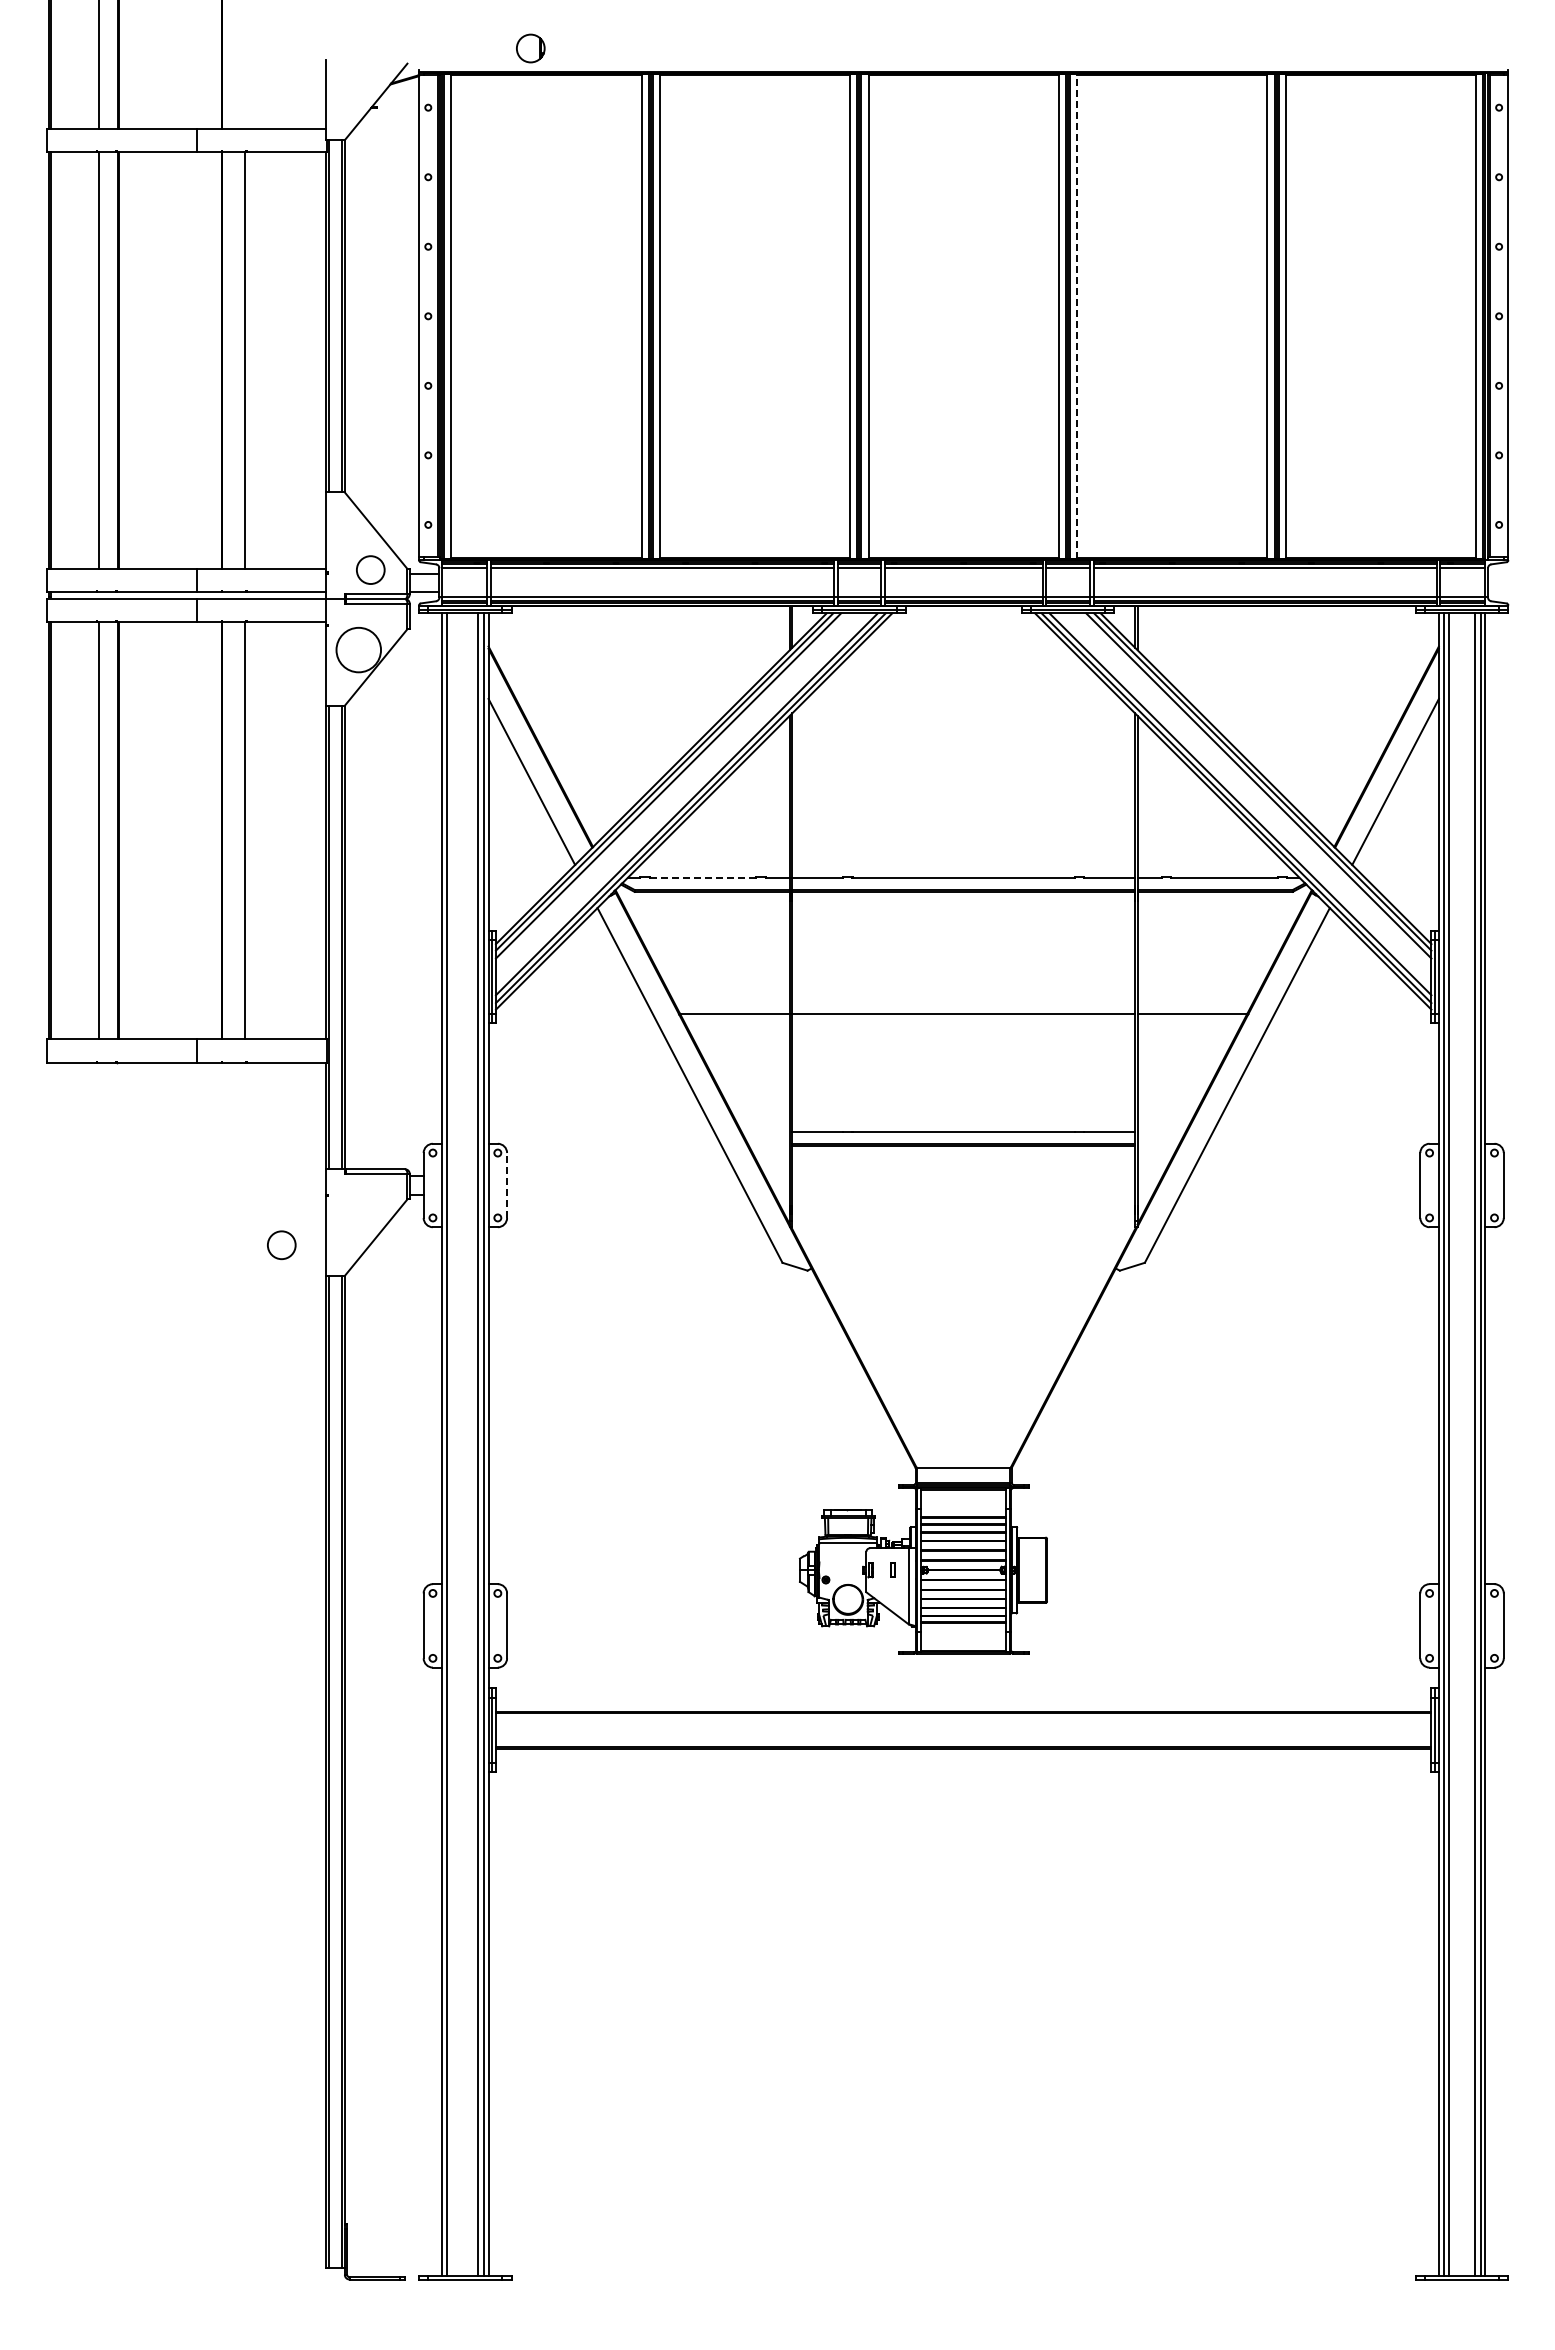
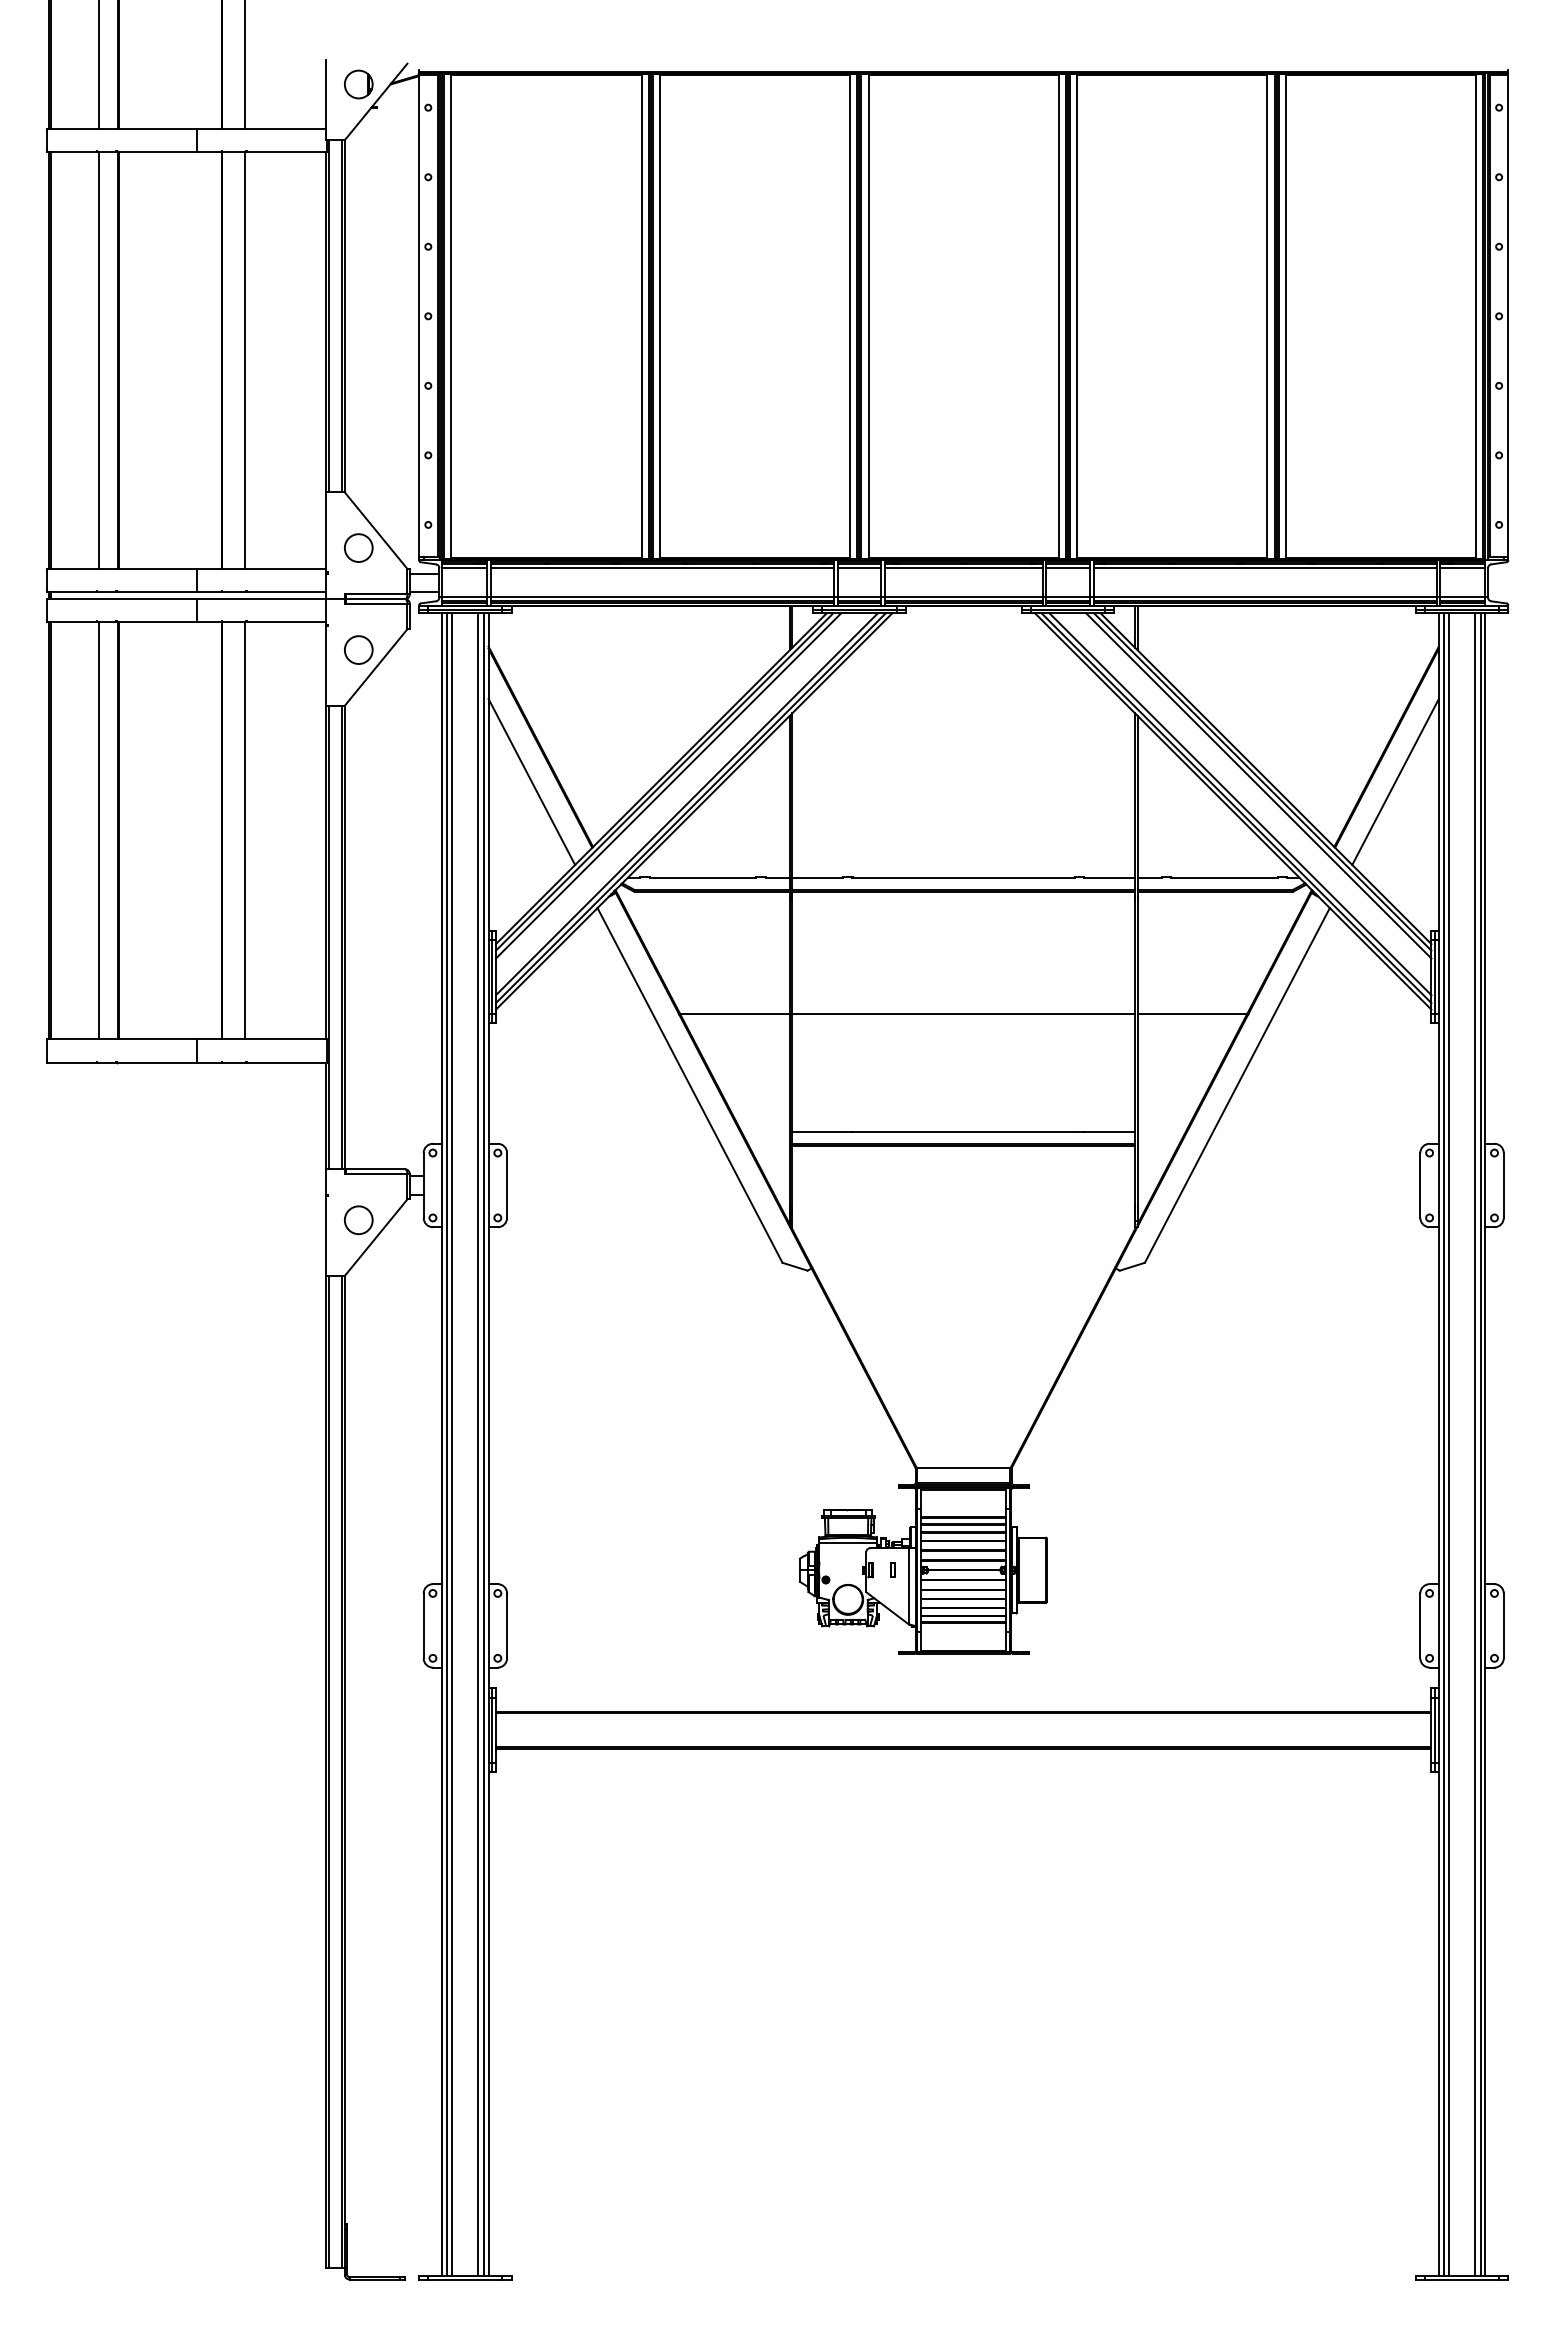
part at (530, 48) position: (530, 48) -> (358, 84)
line at (245, 65): none -> present
line at (1077, 315): dashed -> solid
circle at (370, 569) position: (370, 569) -> (358, 547)
circle at (358, 649) diameter: 45 px -> 28 px
line at (702, 877): dashed -> solid
line at (507, 1185): dashed -> solid
circle at (281, 1245) position: (281, 1245) -> (358, 1220)
line at (452, 1444): none -> present
